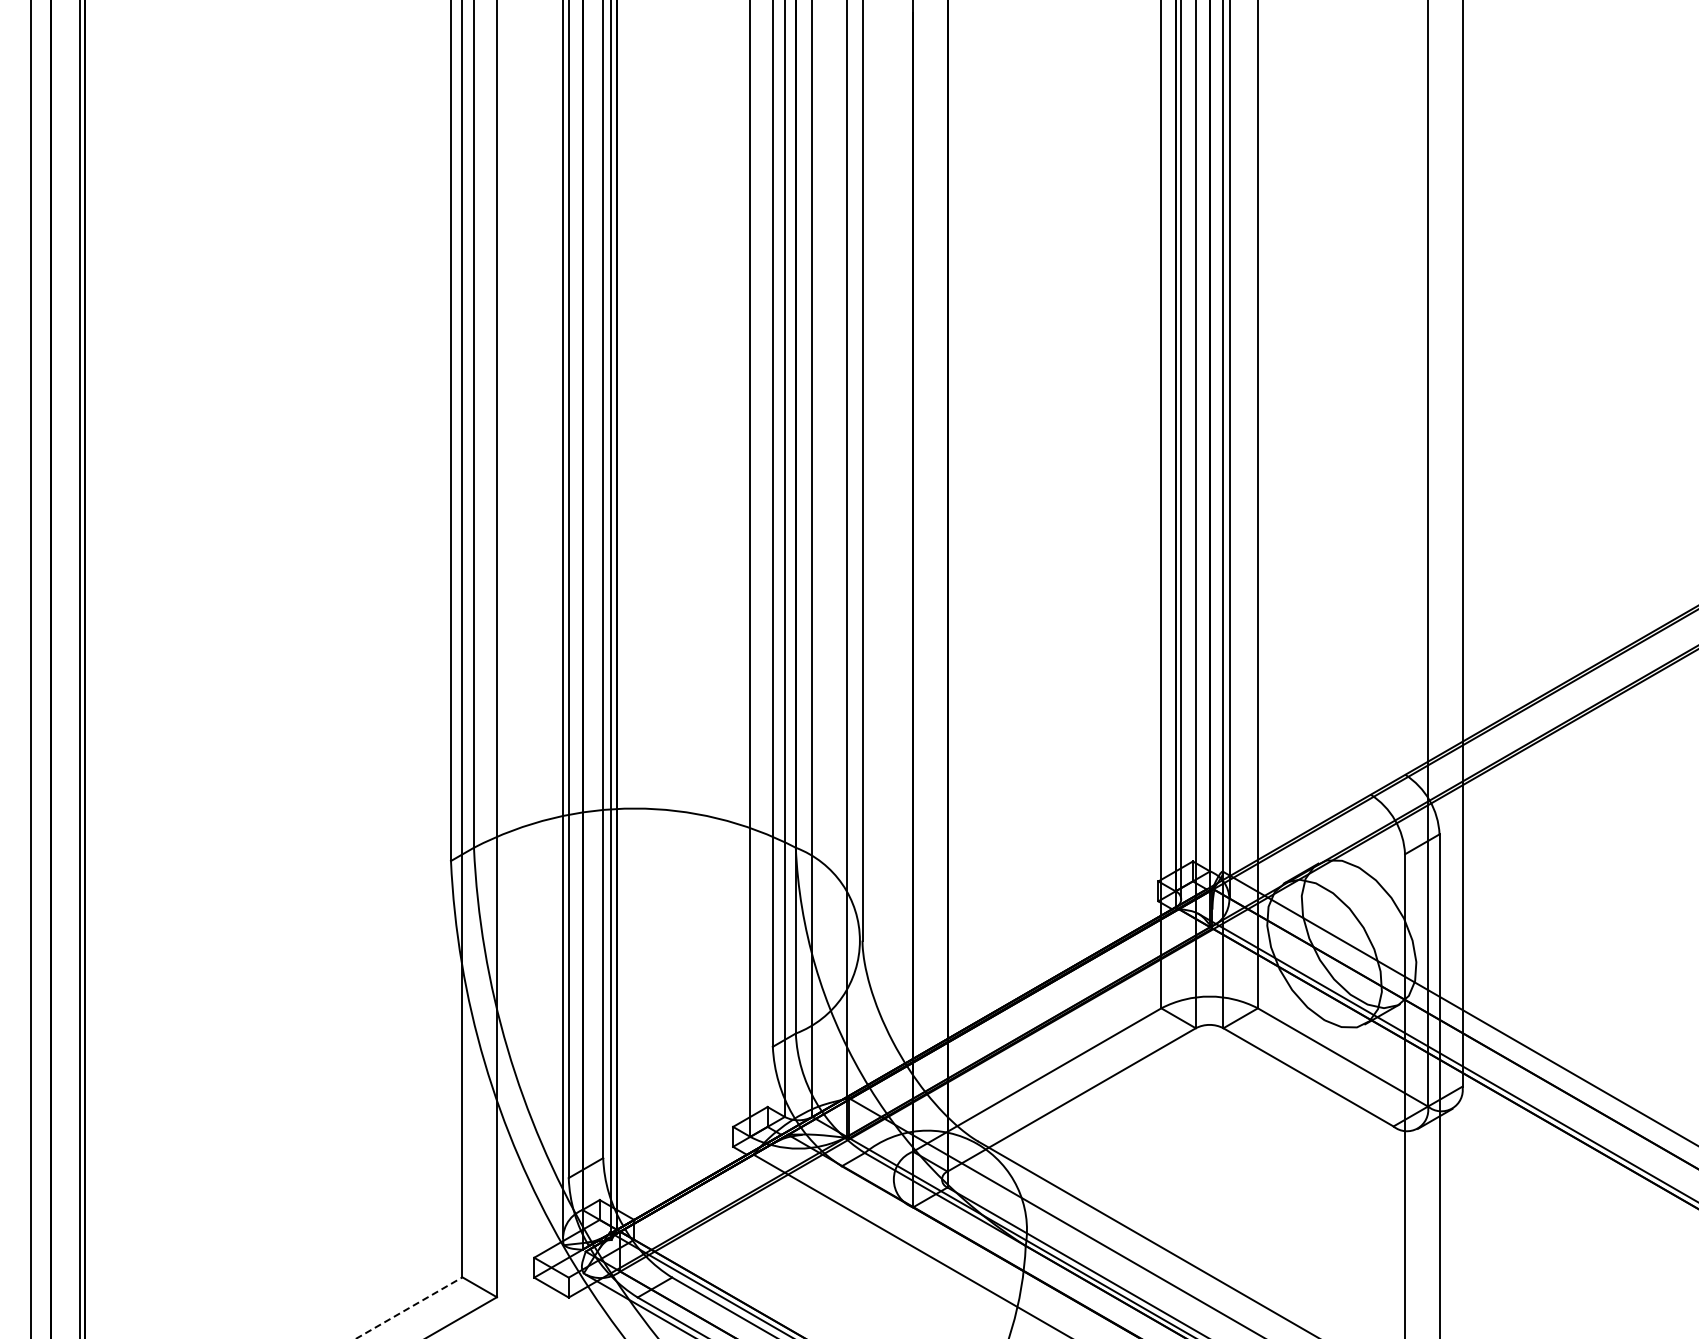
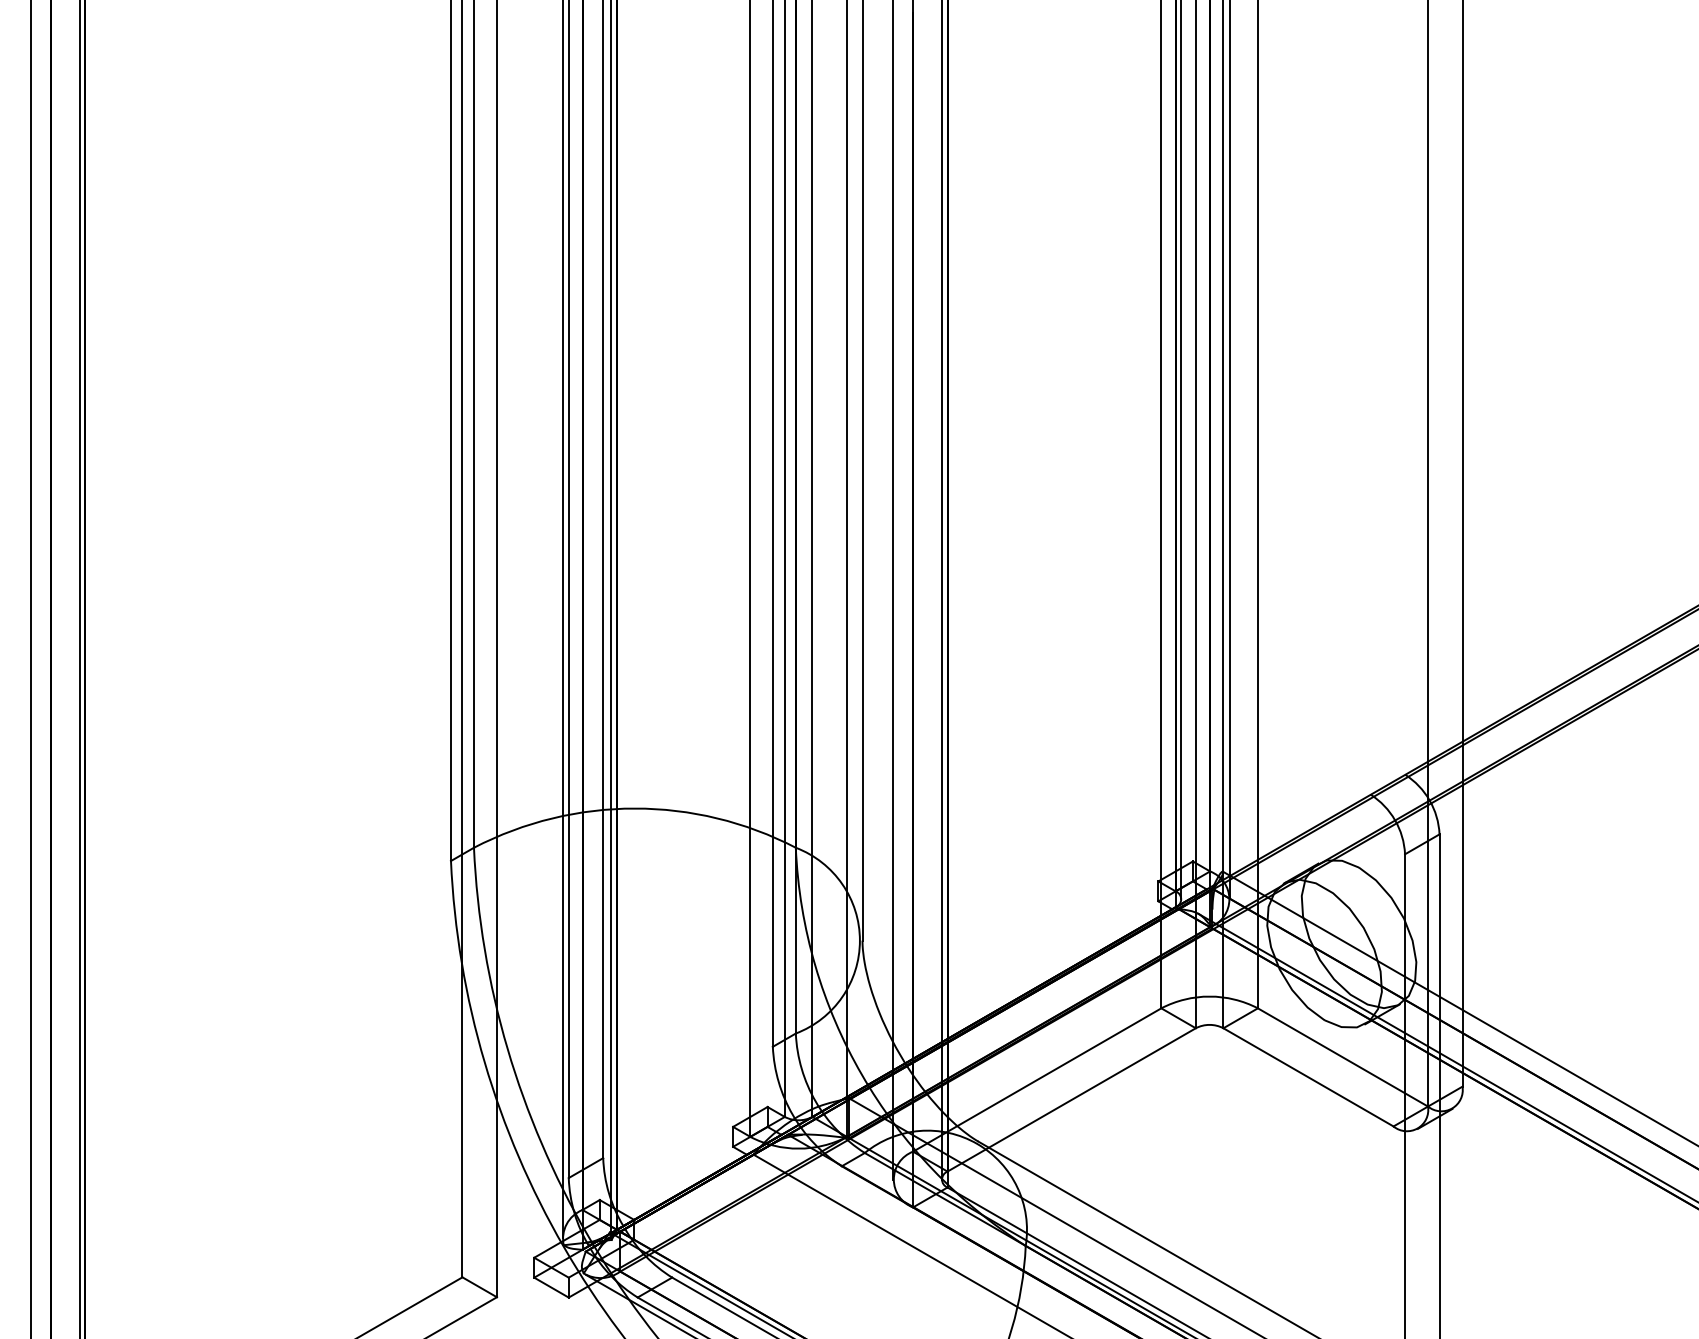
line at (893, 590): none -> present
line at (941, 590): none -> present
line at (409, 1307): dashed -> solid
